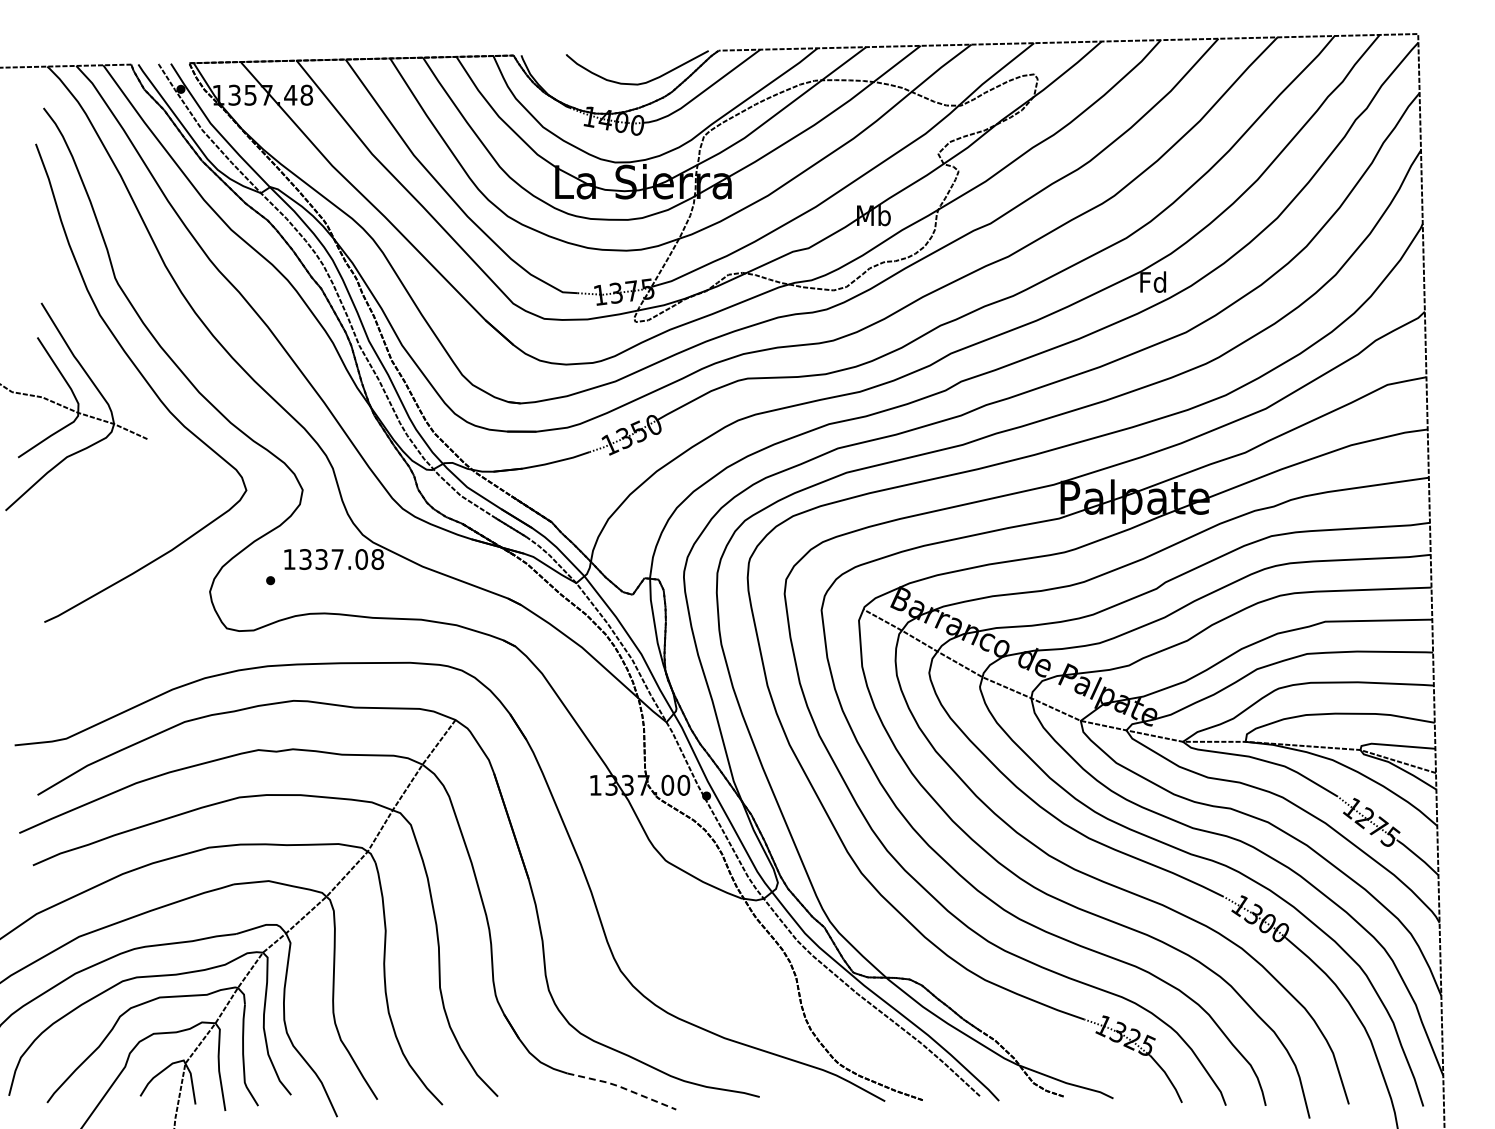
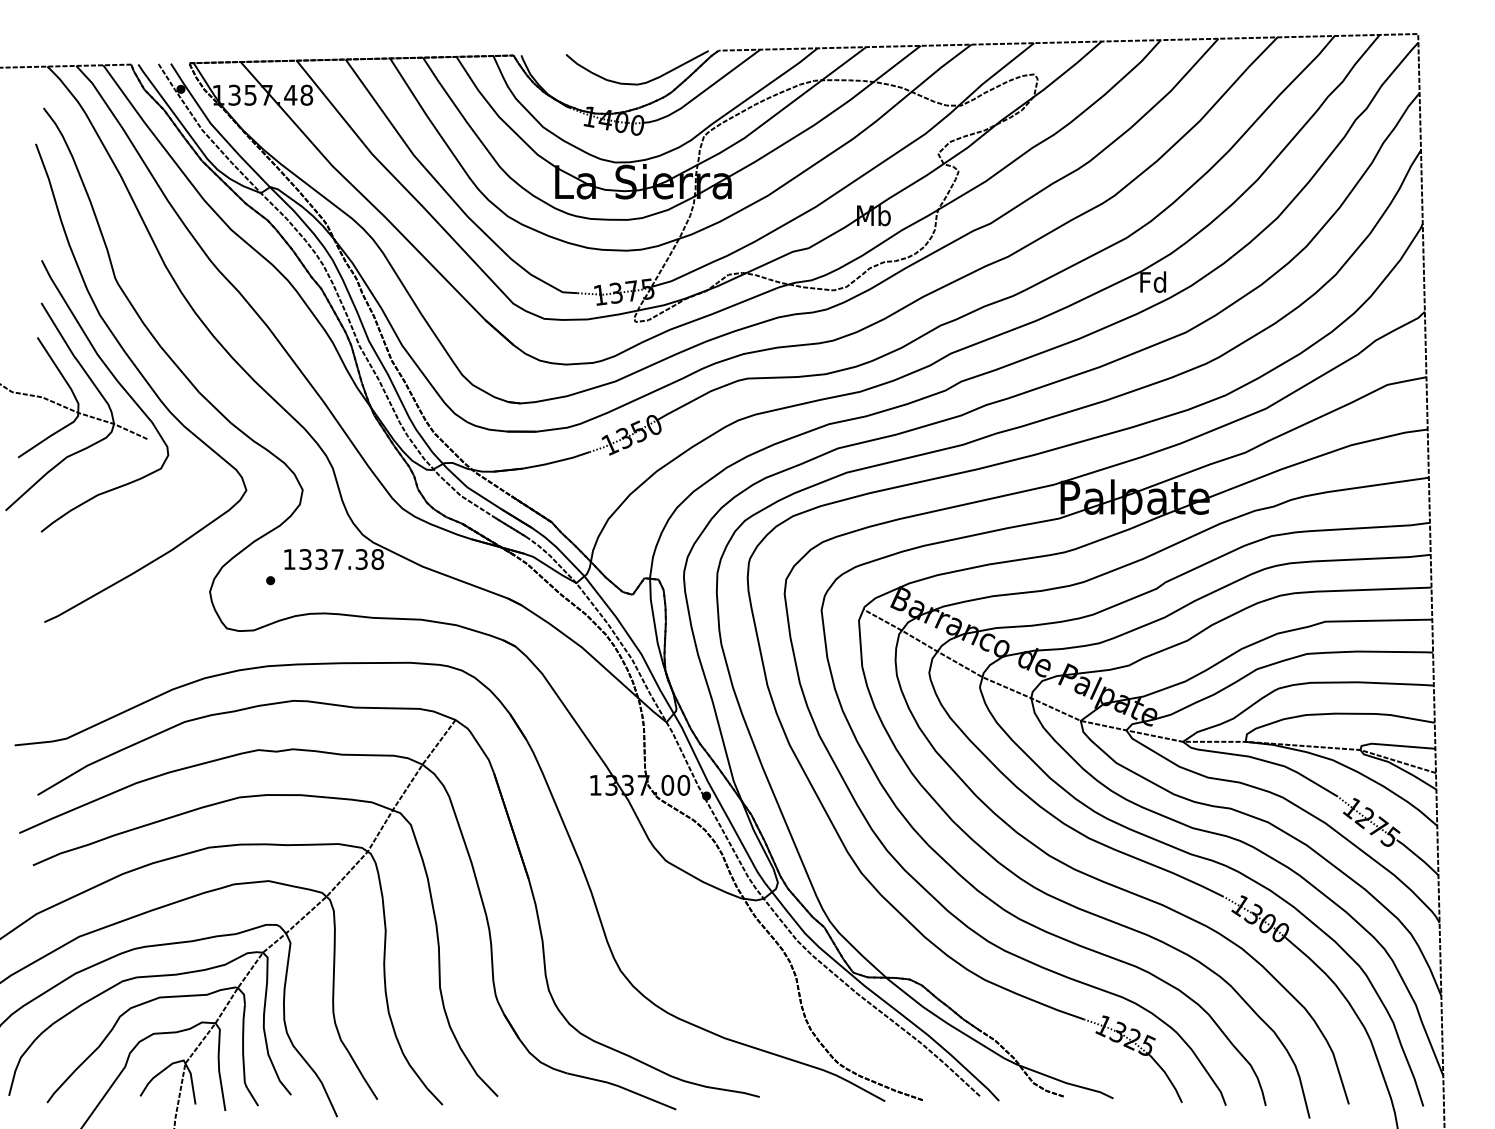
curve at (119, 385): none -> present
text at (361, 559): 1337.08 -> 1337.38
line at (622, 1087): dashed -> solid
